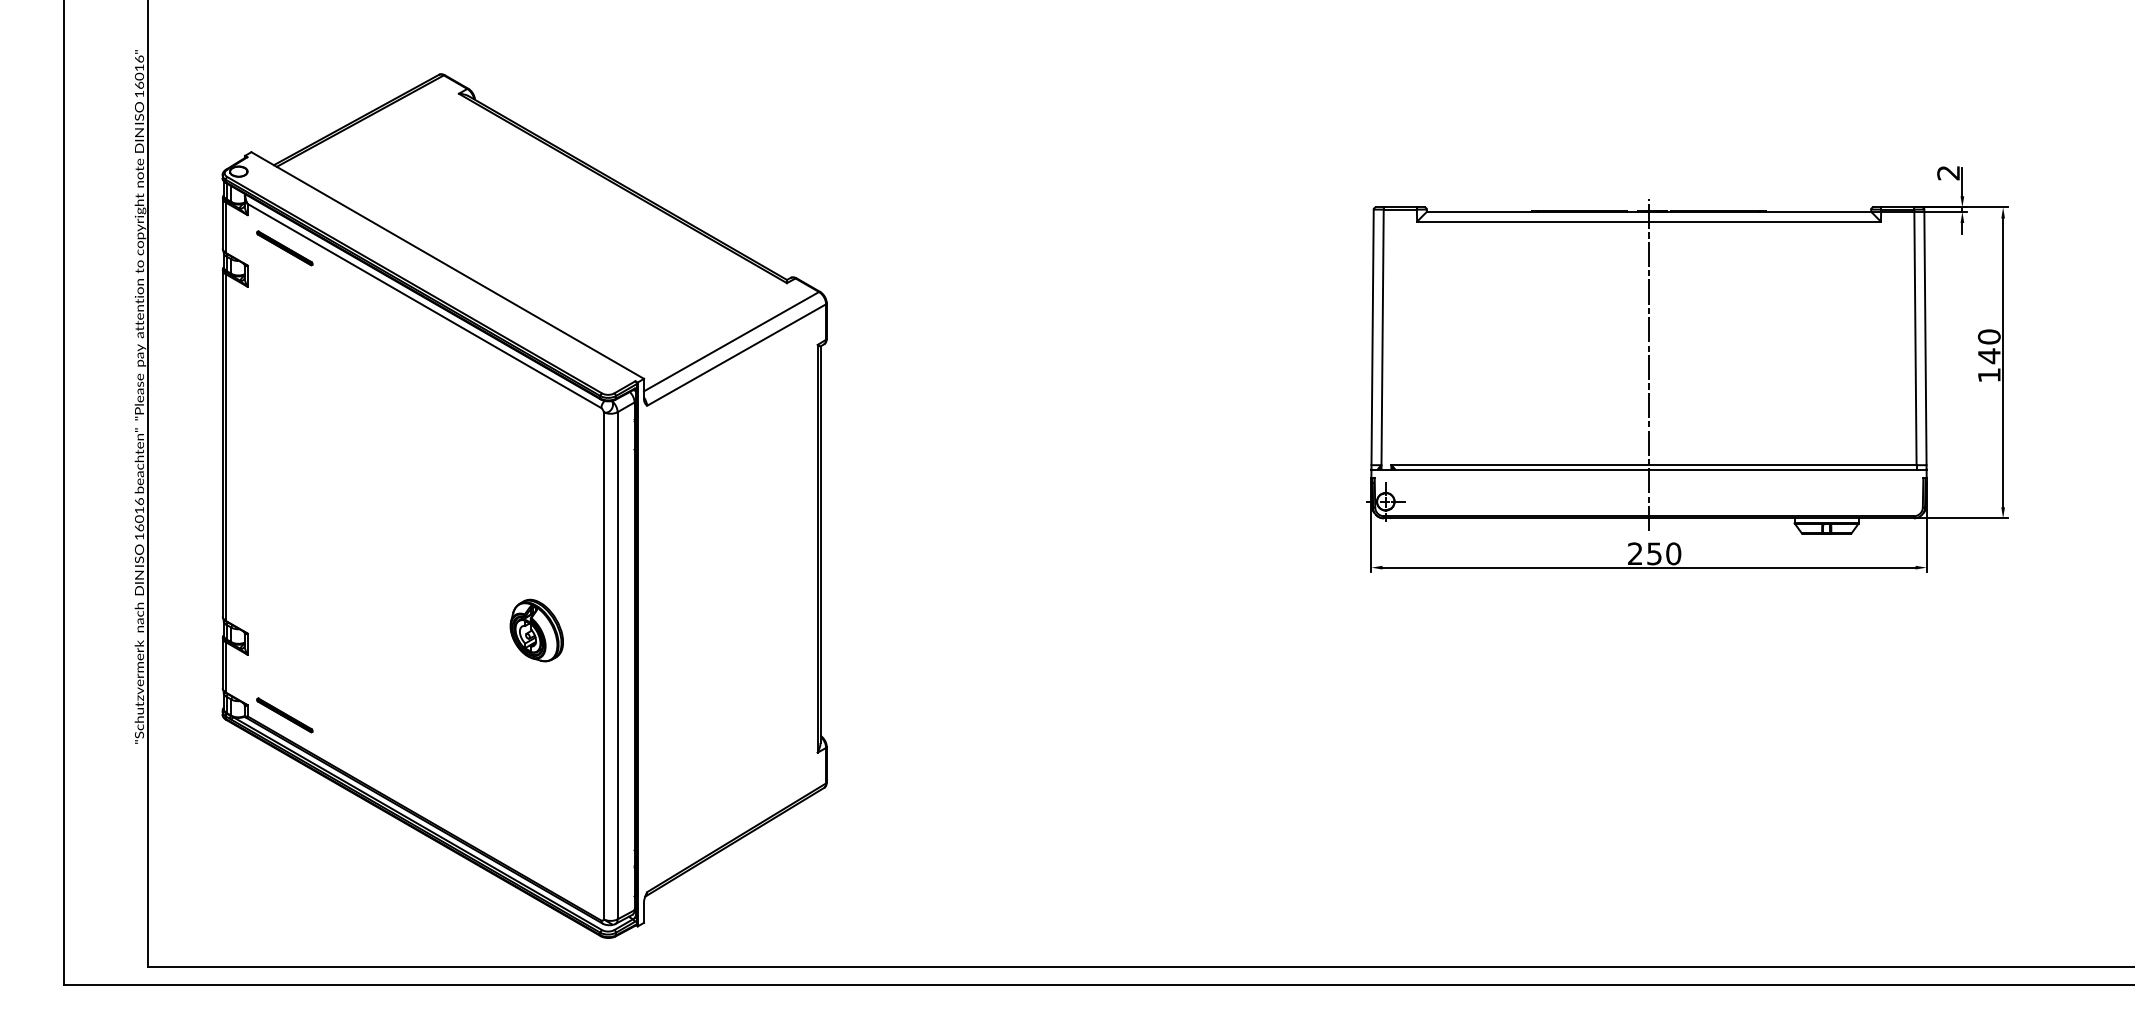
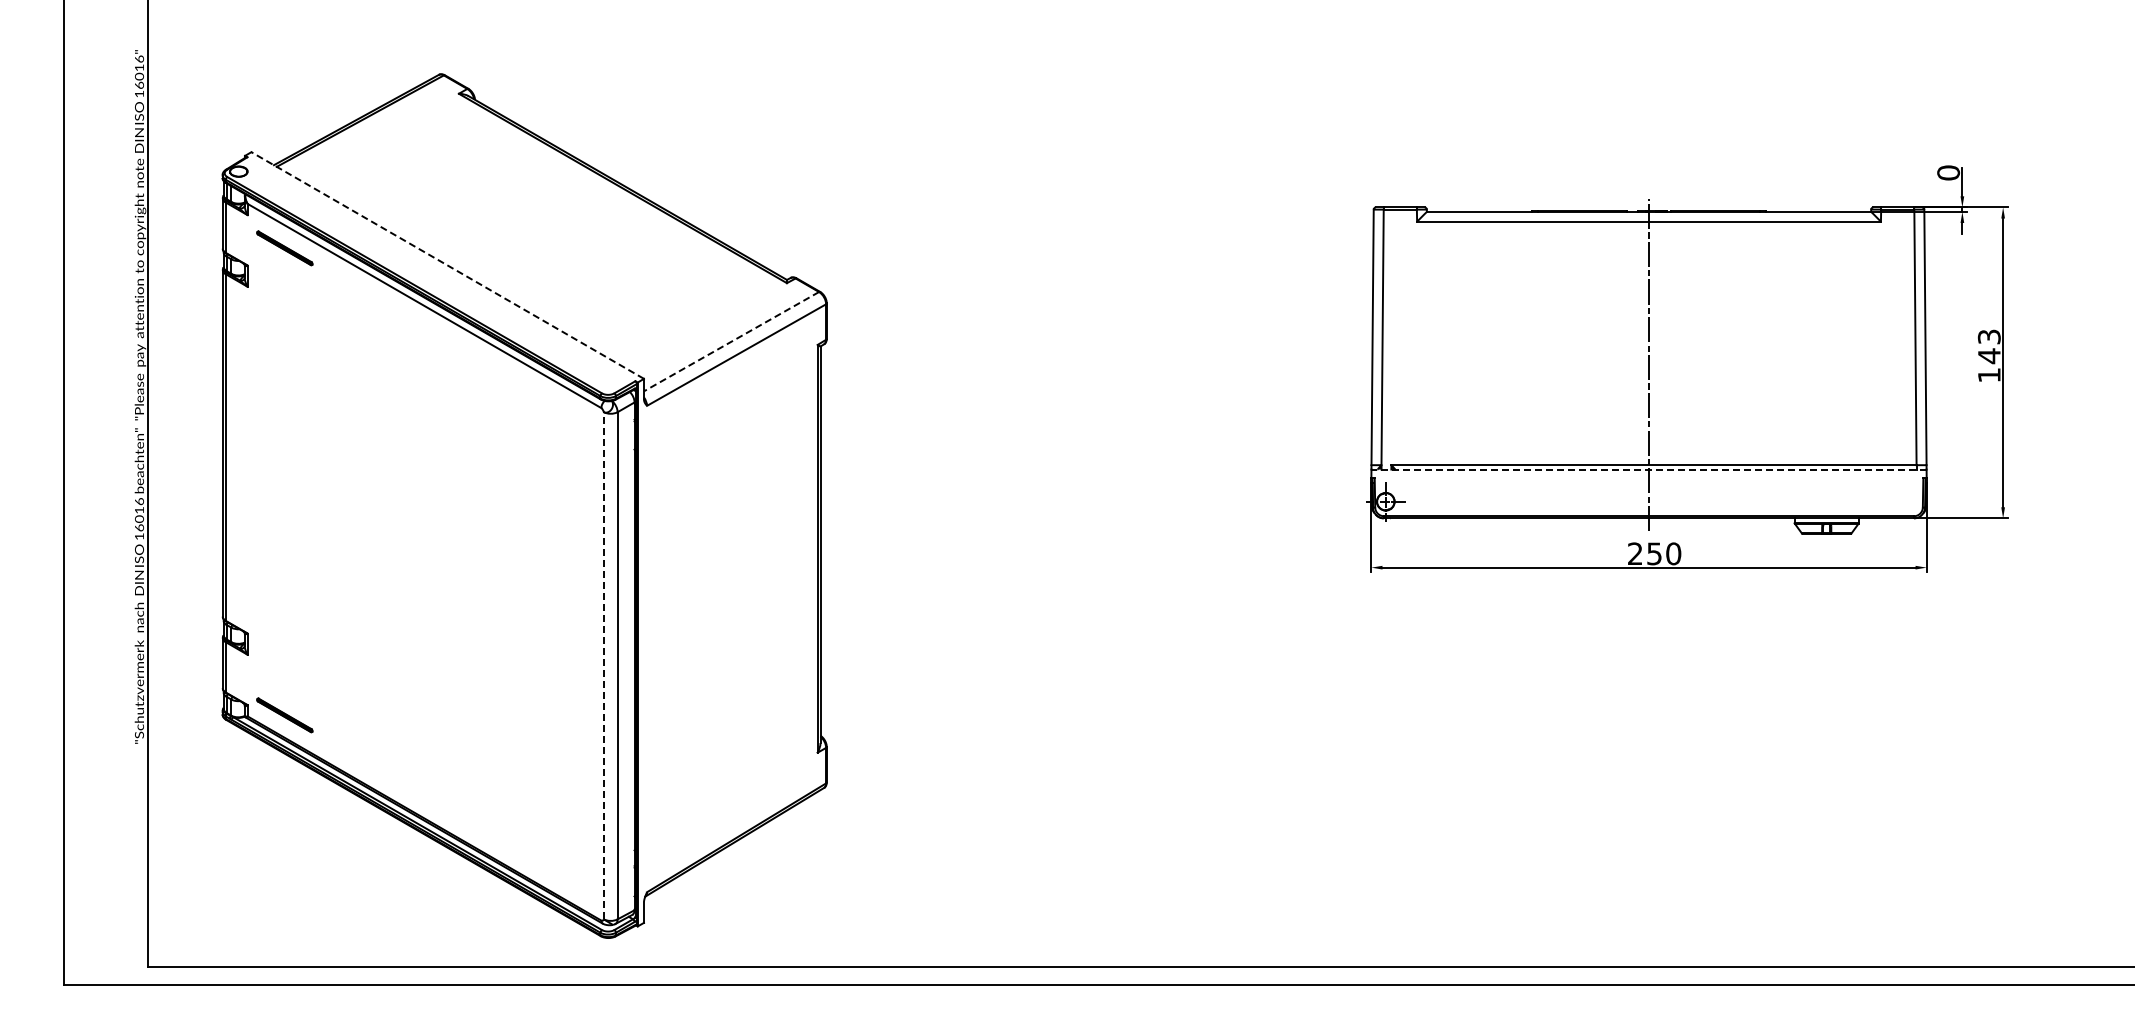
text at (1948, 172): 2 -> 0
line at (447, 265): solid -> dashed
text at (1988, 336): 140 -> 143
line at (731, 341): solid -> dashed
line at (1649, 469): solid -> dashed
part at (536, 630): present -> none
line at (603, 665): solid -> dashed
